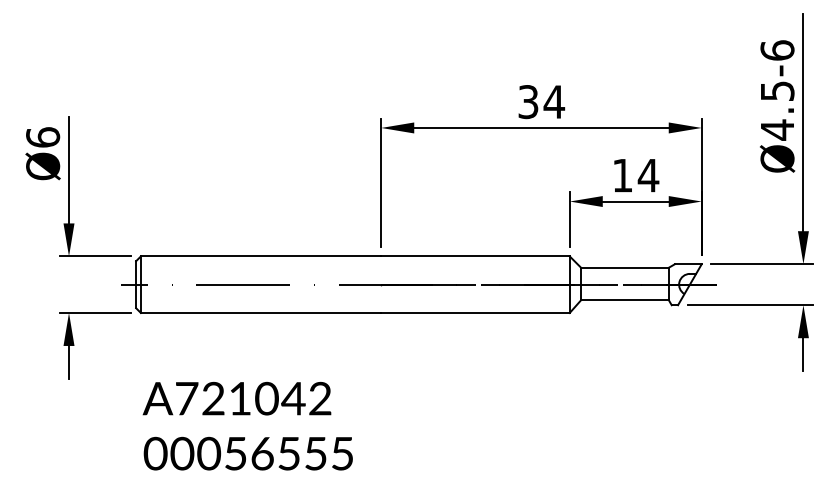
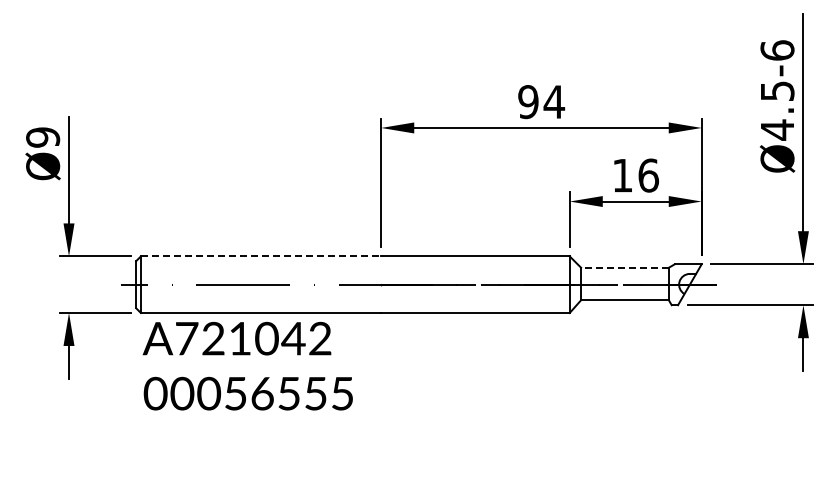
text at (528, 101): 34 -> 94
text at (43, 137): Ø6 -> Ø9
text at (648, 175): 14 -> 16
line at (261, 256): solid -> dashed
line at (624, 267): solid -> dashed
text at (247, 425) position: (247, 425) -> (247, 365)
